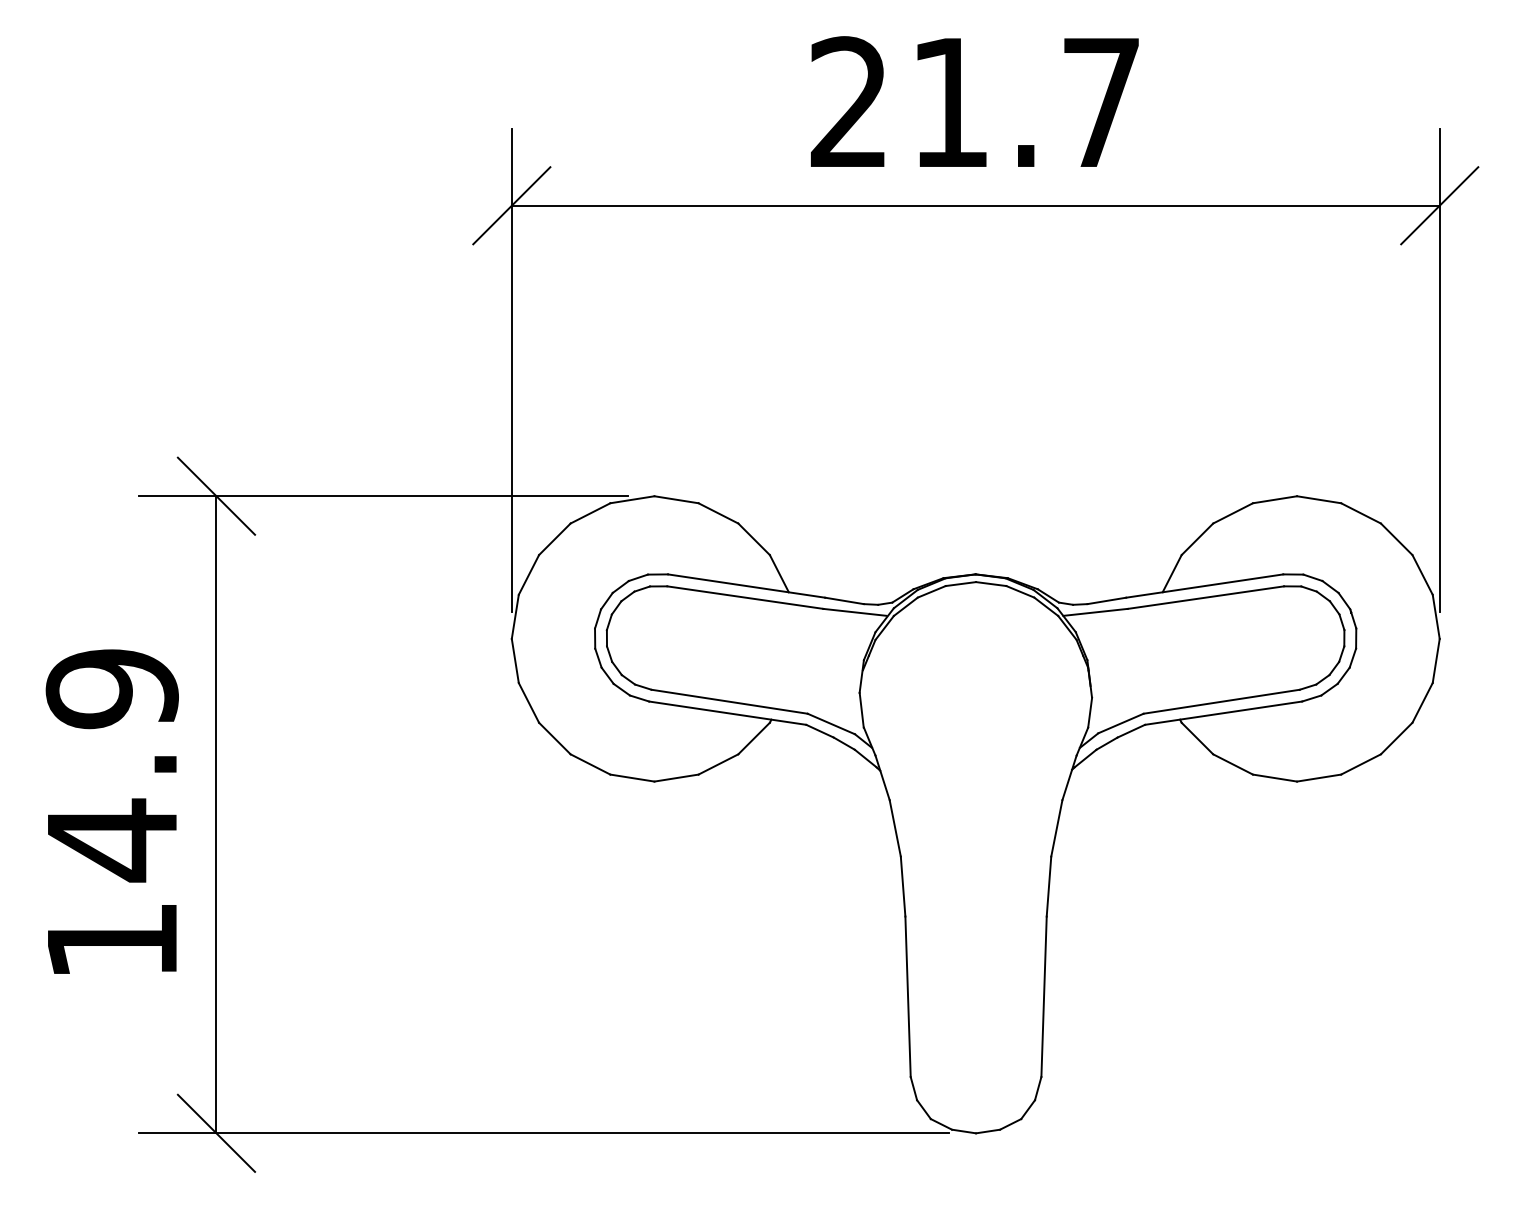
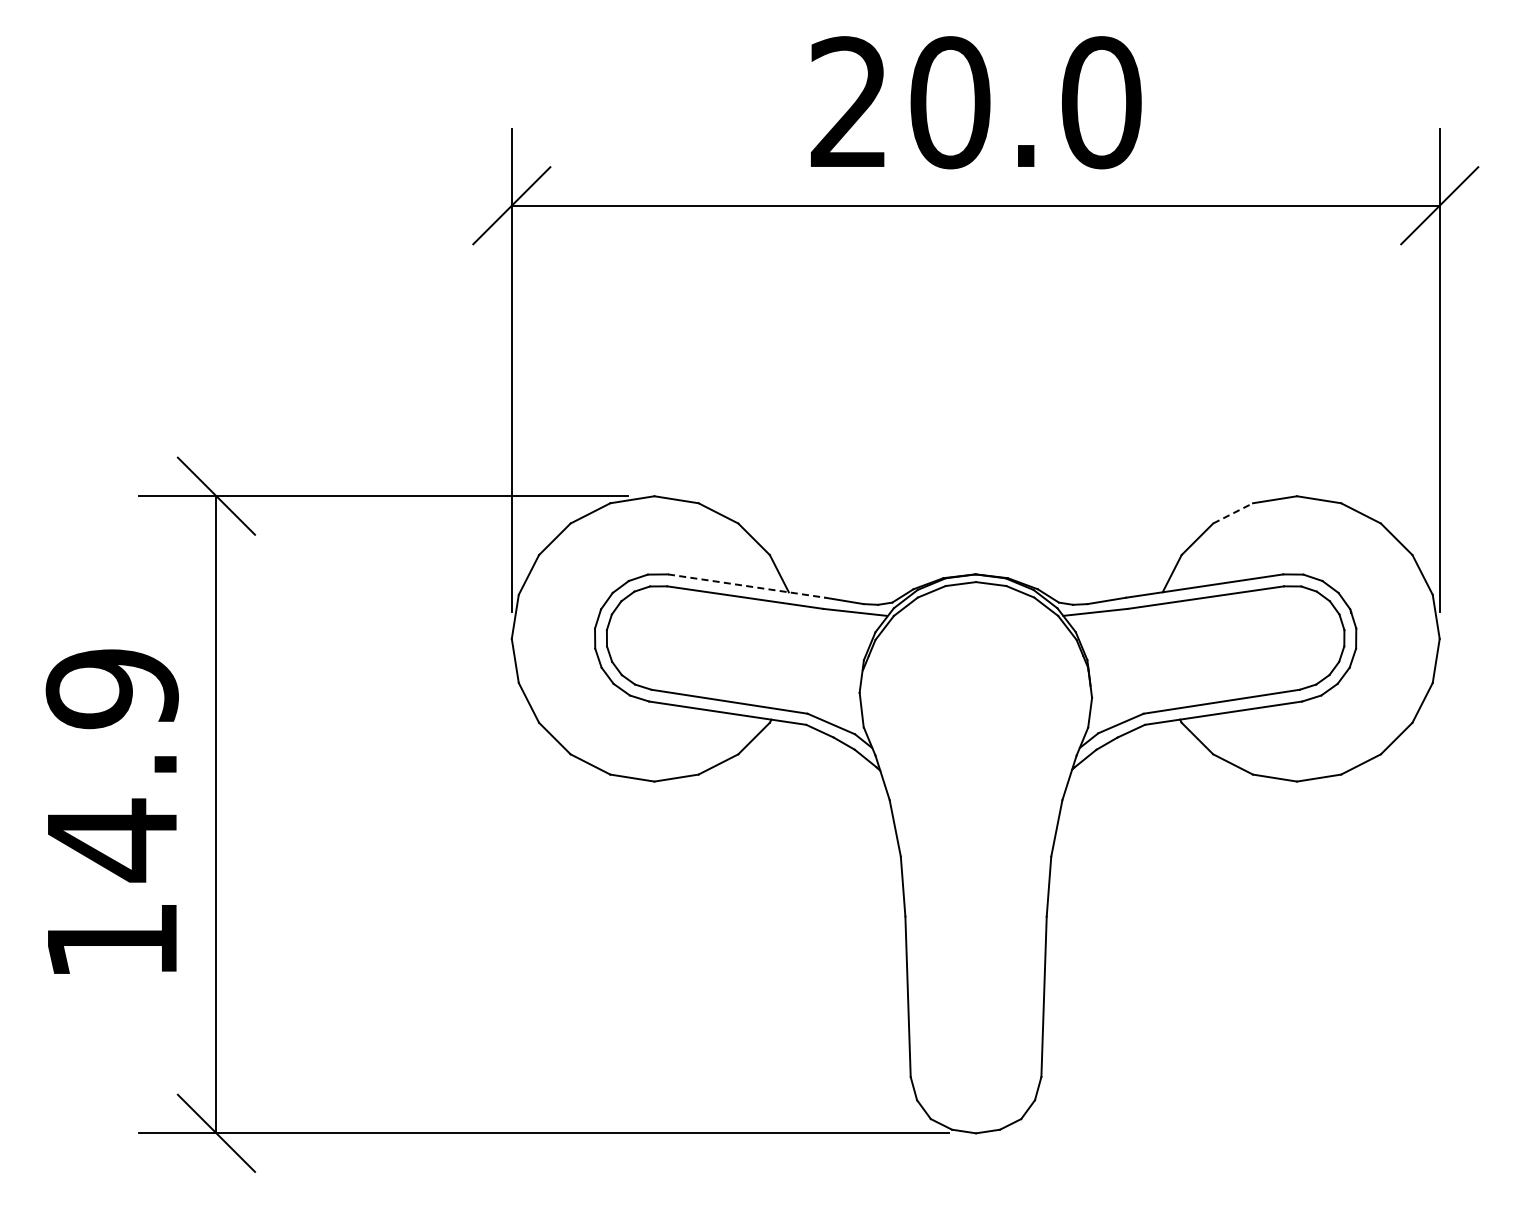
text at (1025, 102): 21.7 -> 20.0
line at (1233, 513): solid -> dashed
line at (747, 586): solid -> dashed
